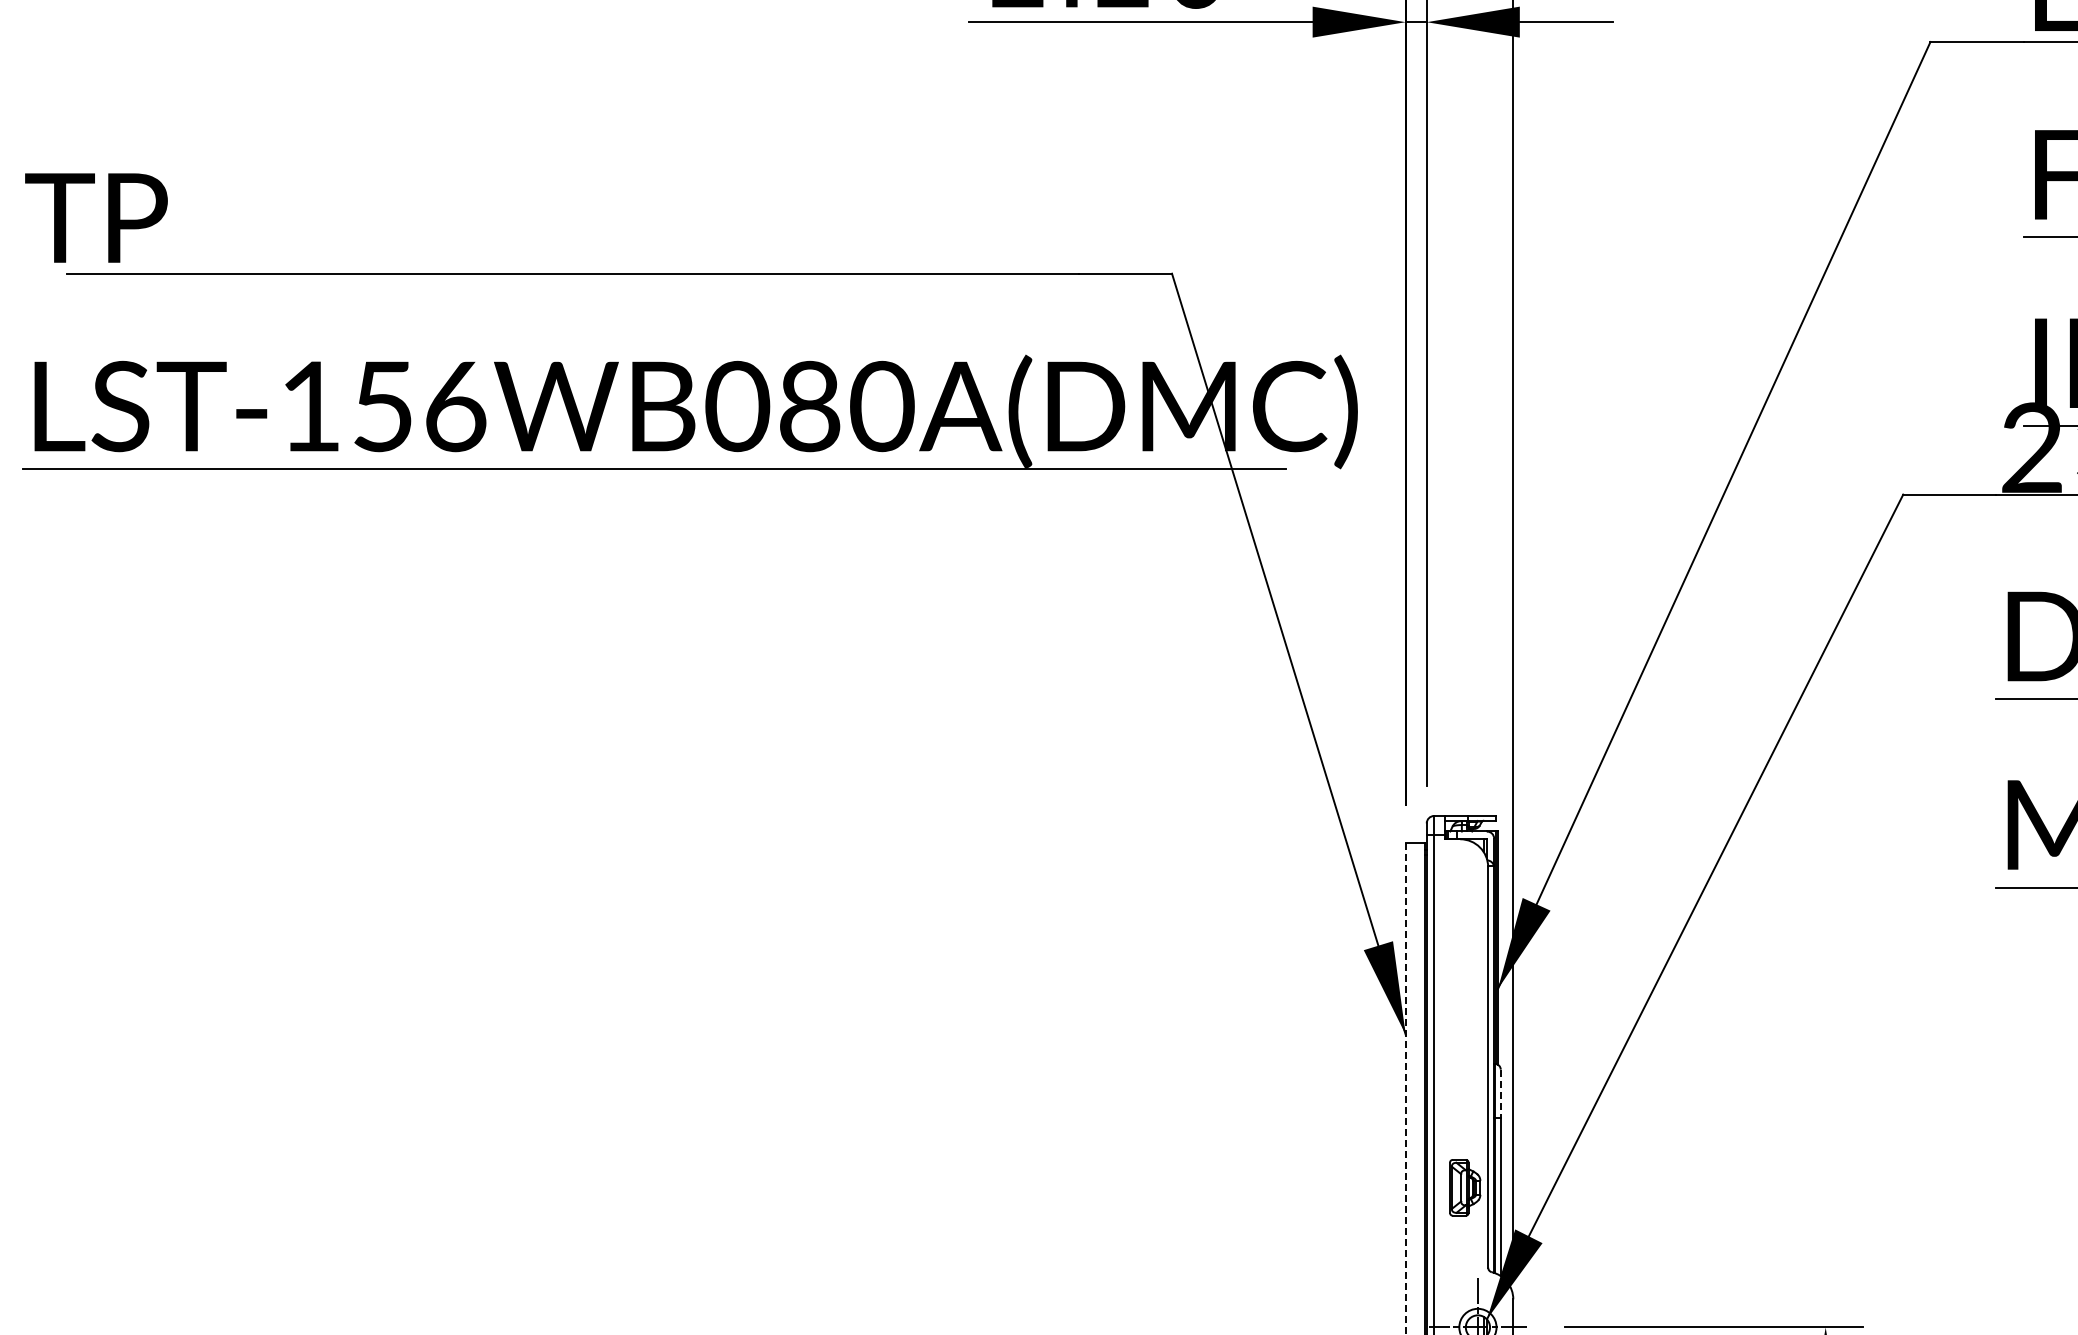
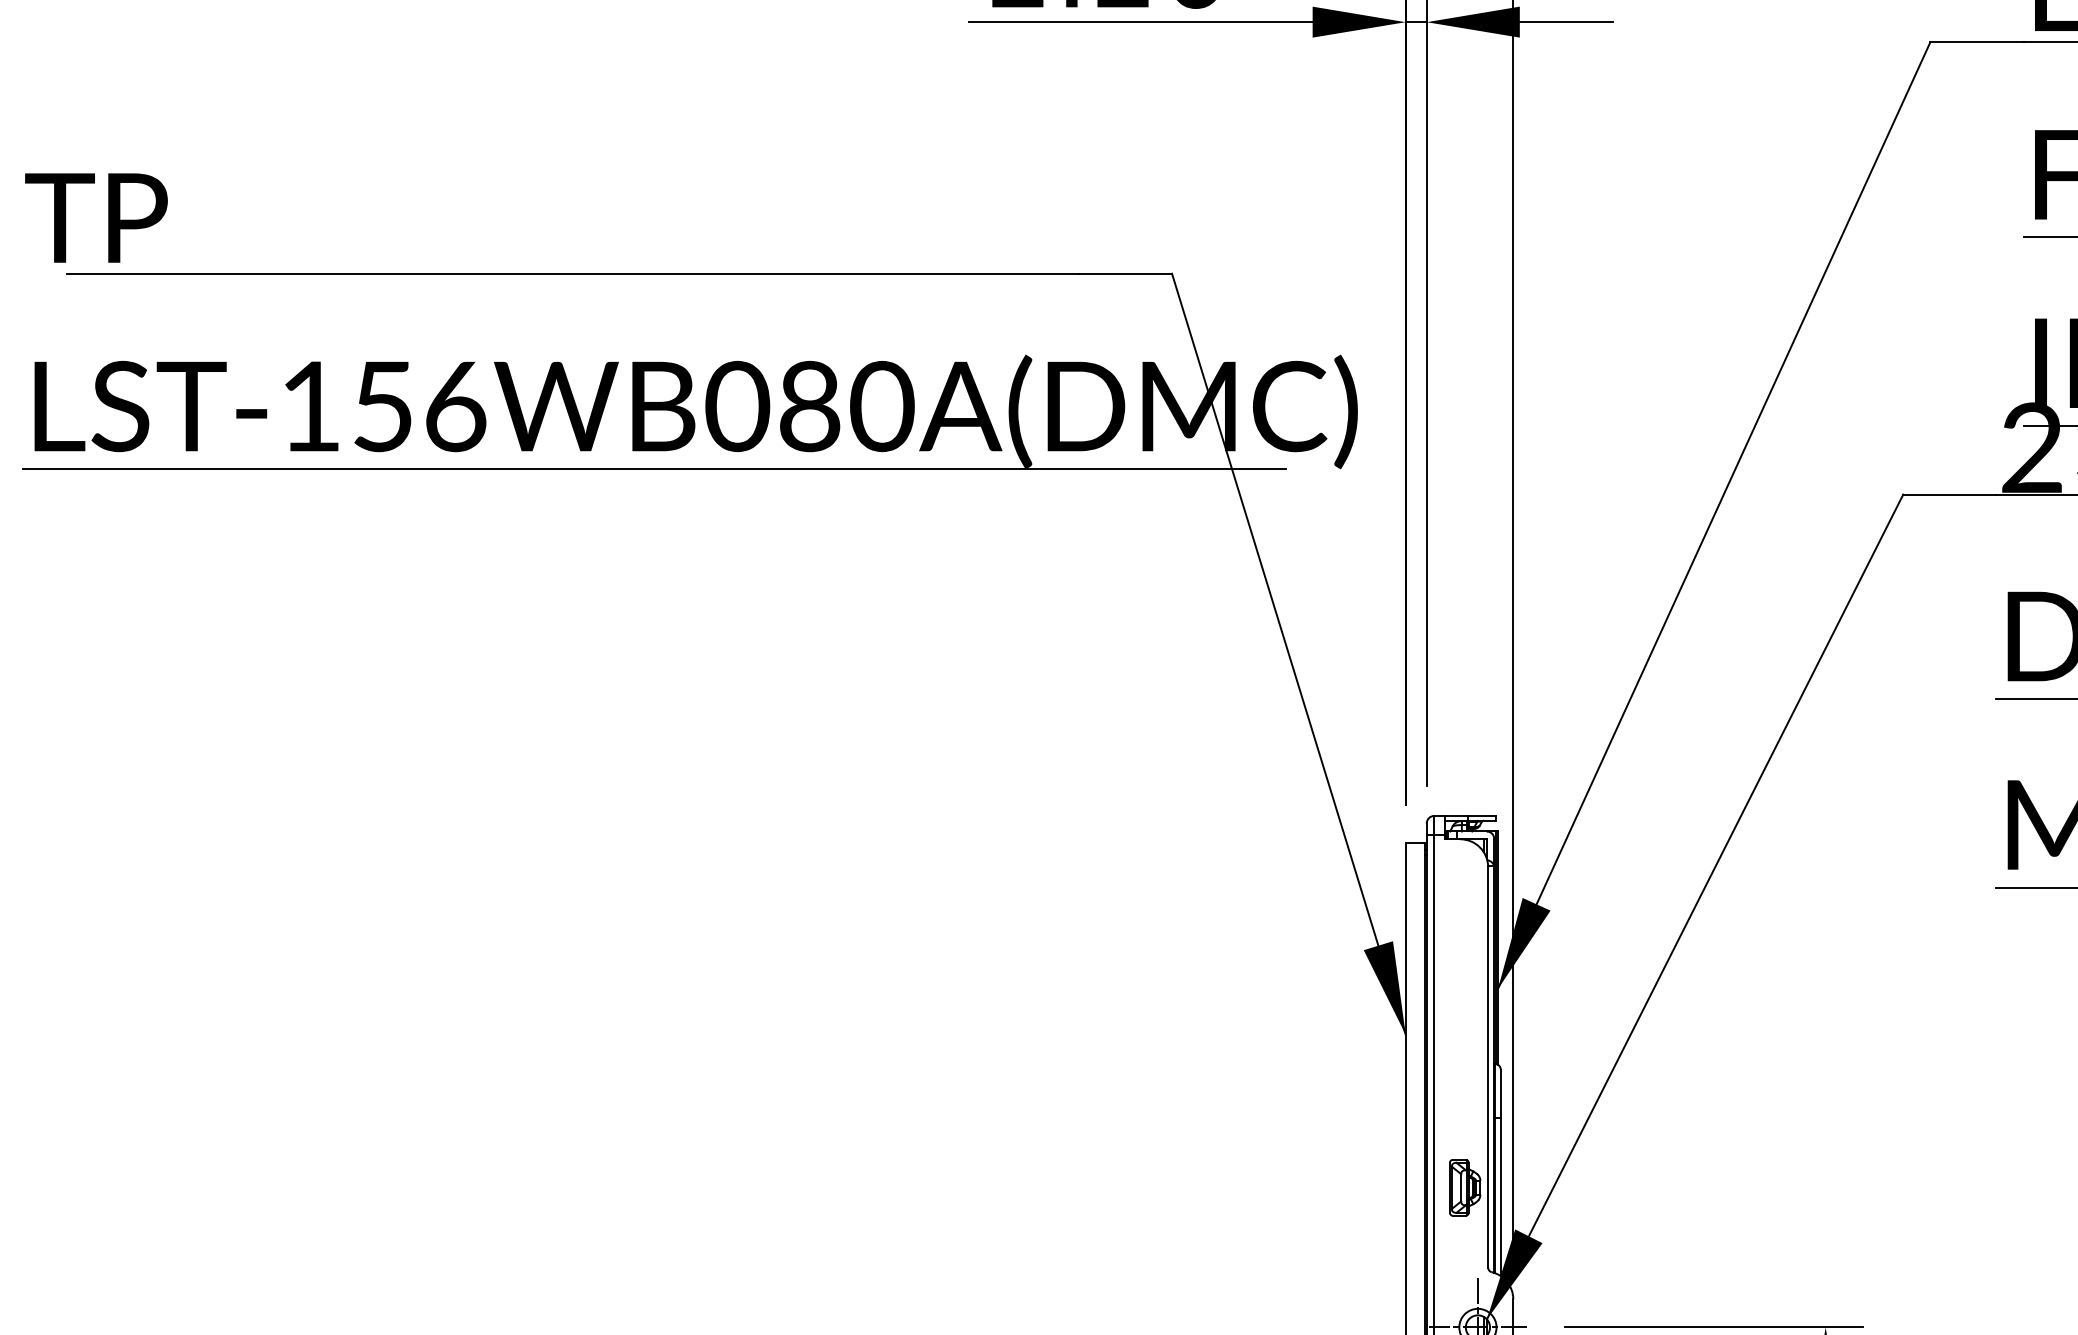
line at (1405, 1088): dashed -> solid
line at (1500, 1094): dashed -> solid
